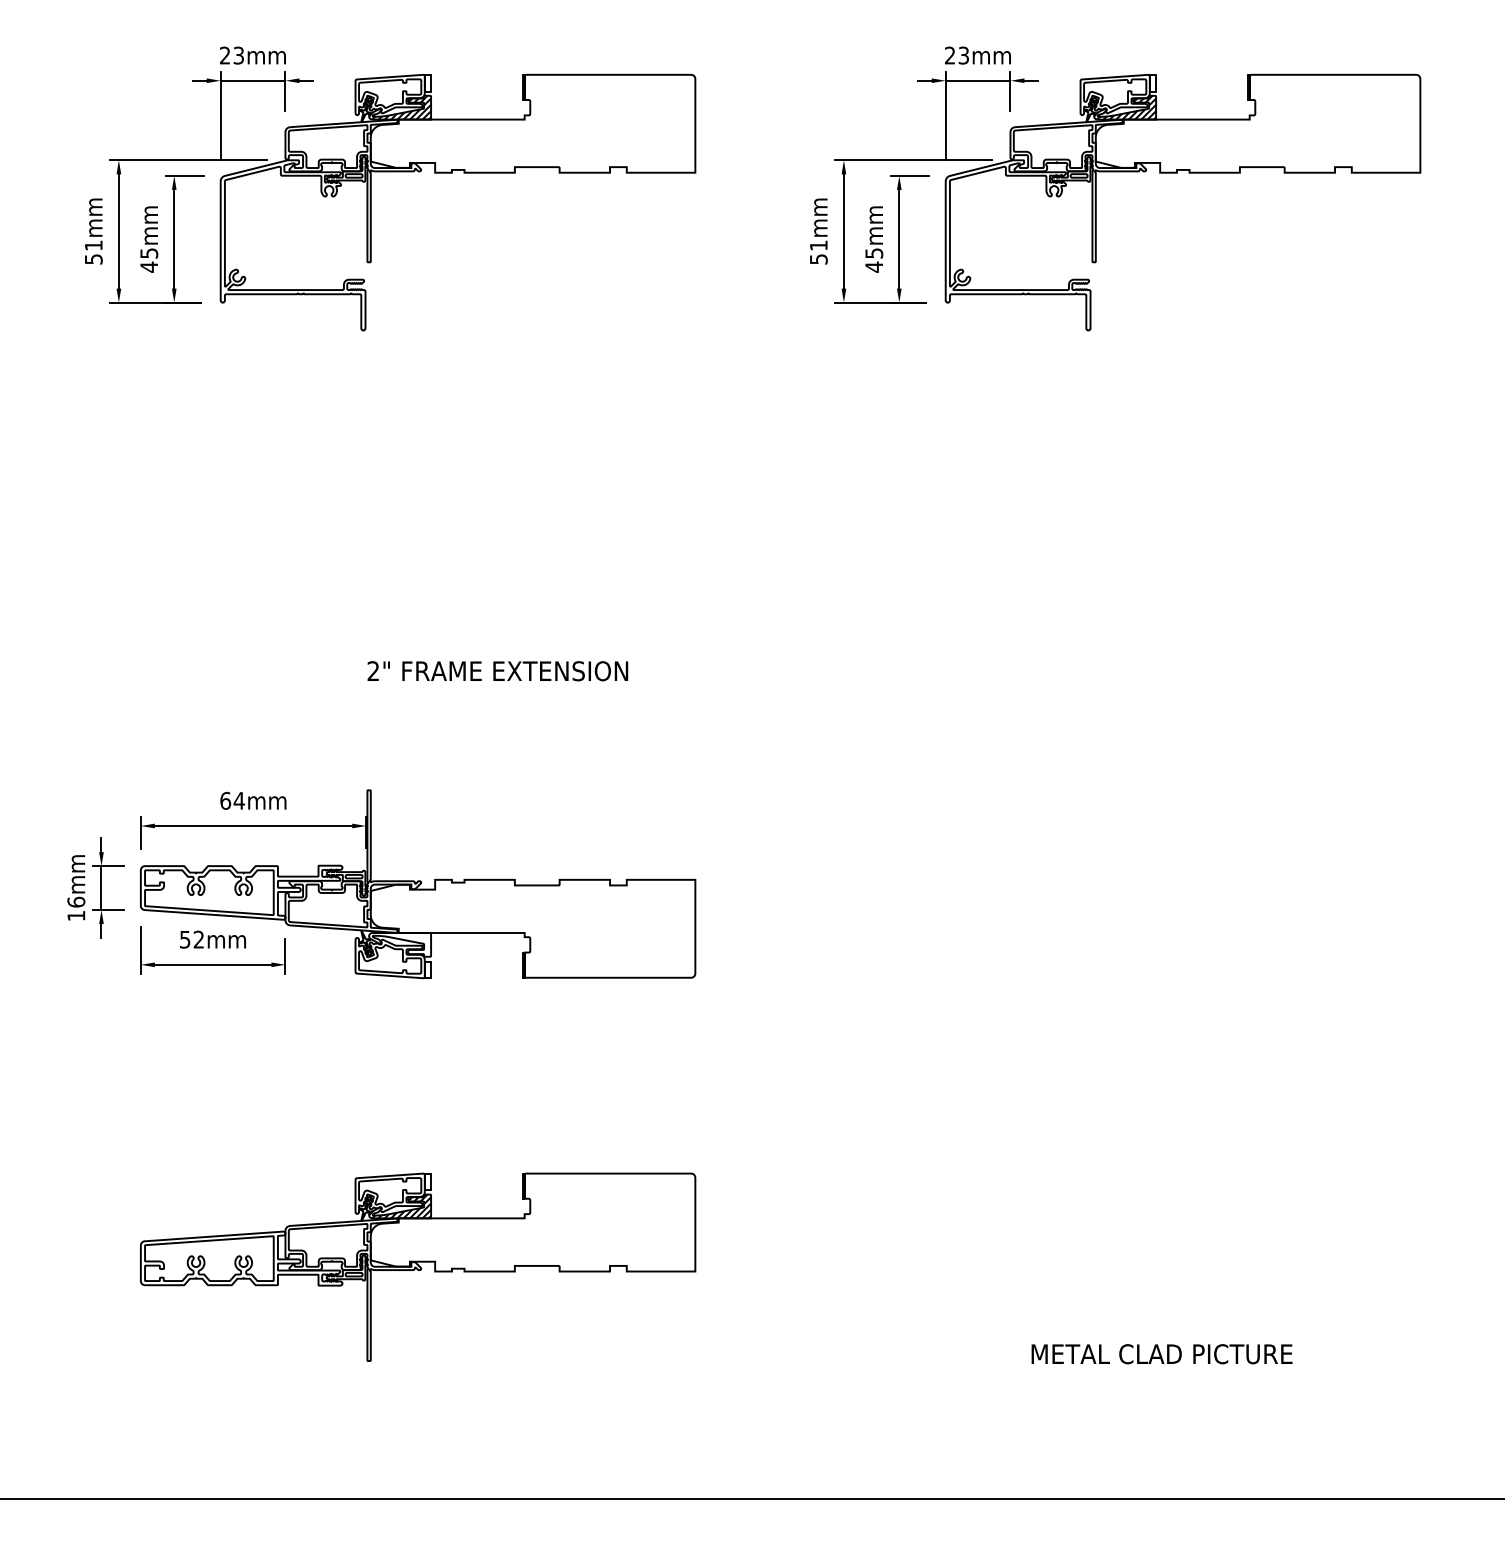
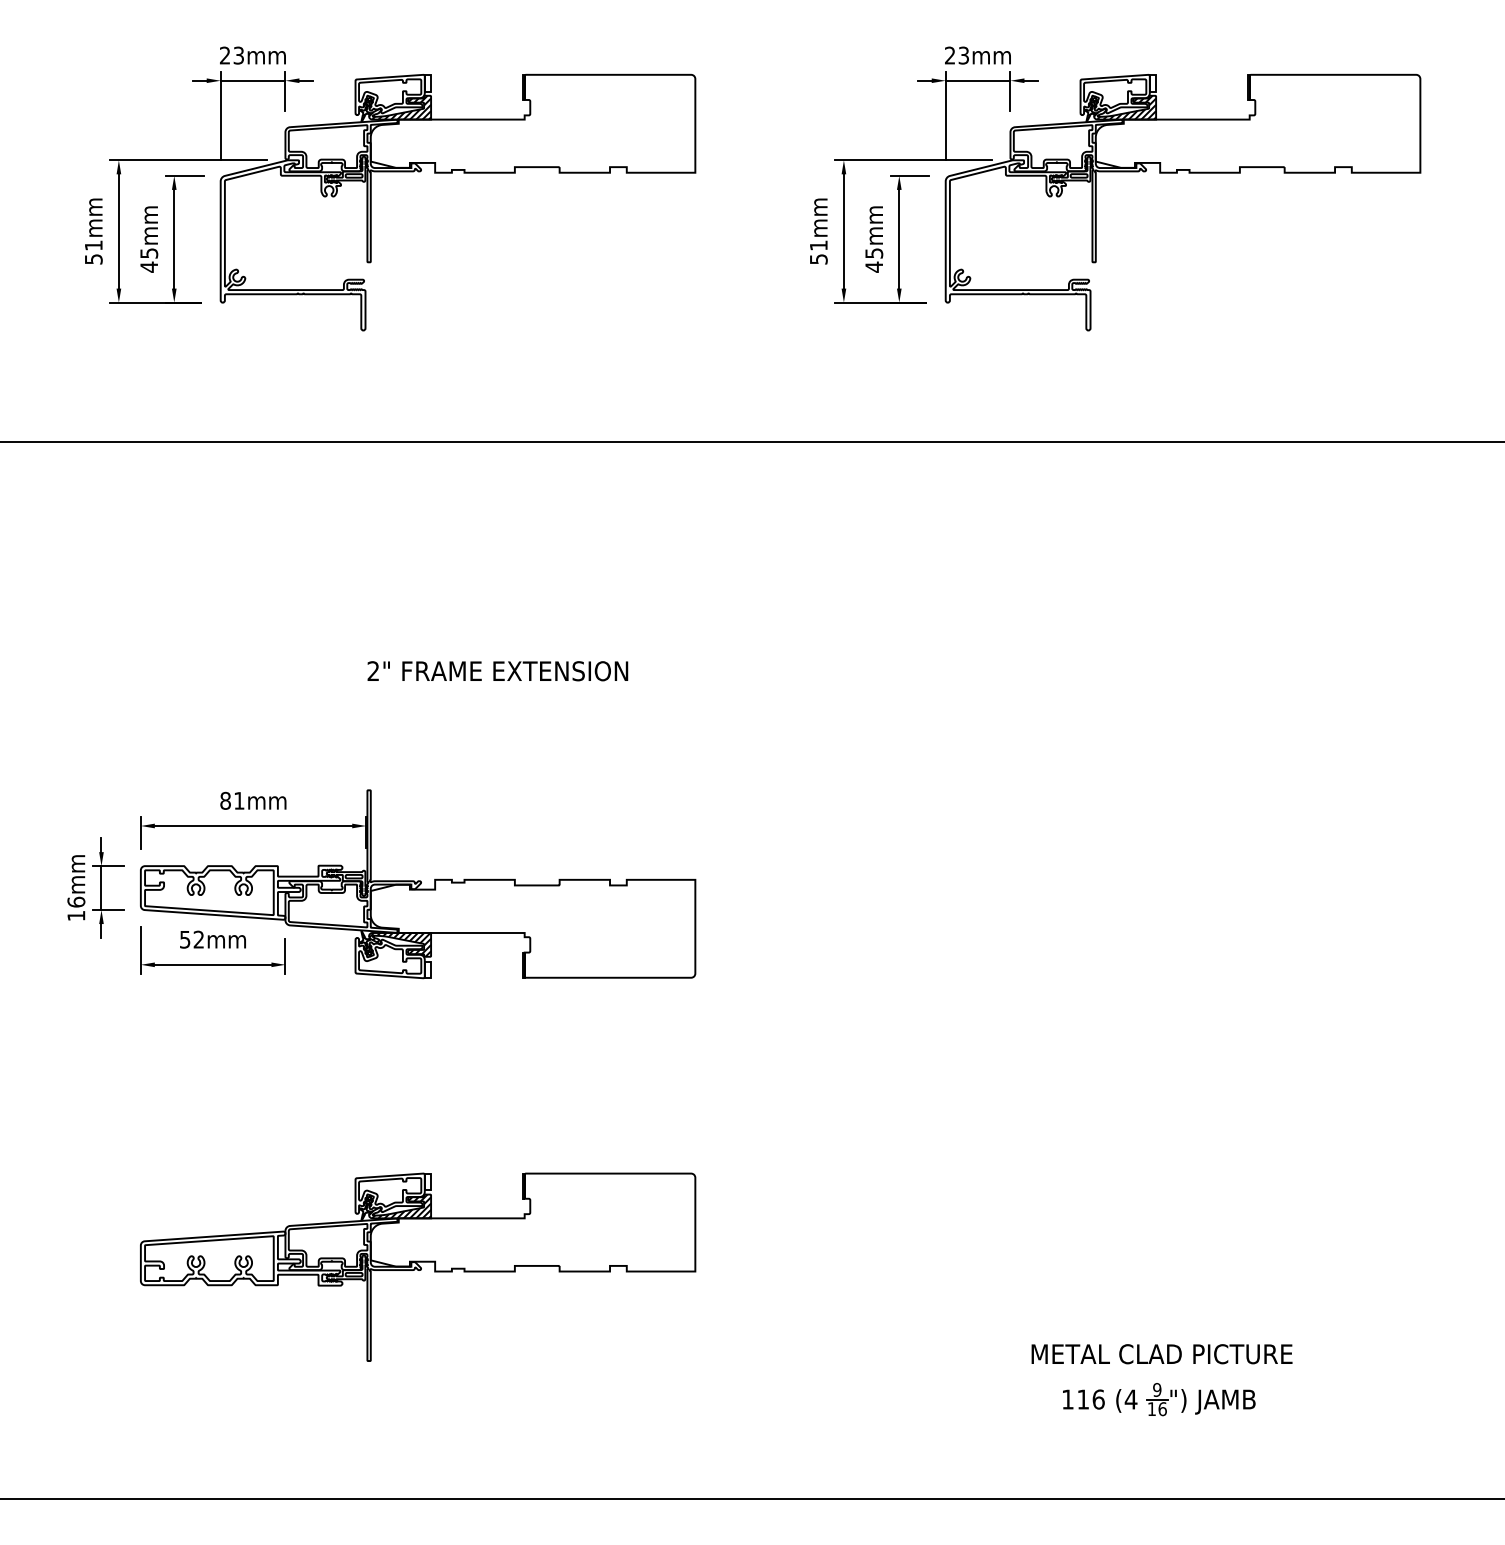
line at (751, 441): none -> present
text at (232, 800): 64mm -> 81mm
hatch at (400, 944): none -> present
part at (1159, 1399): none -> present
